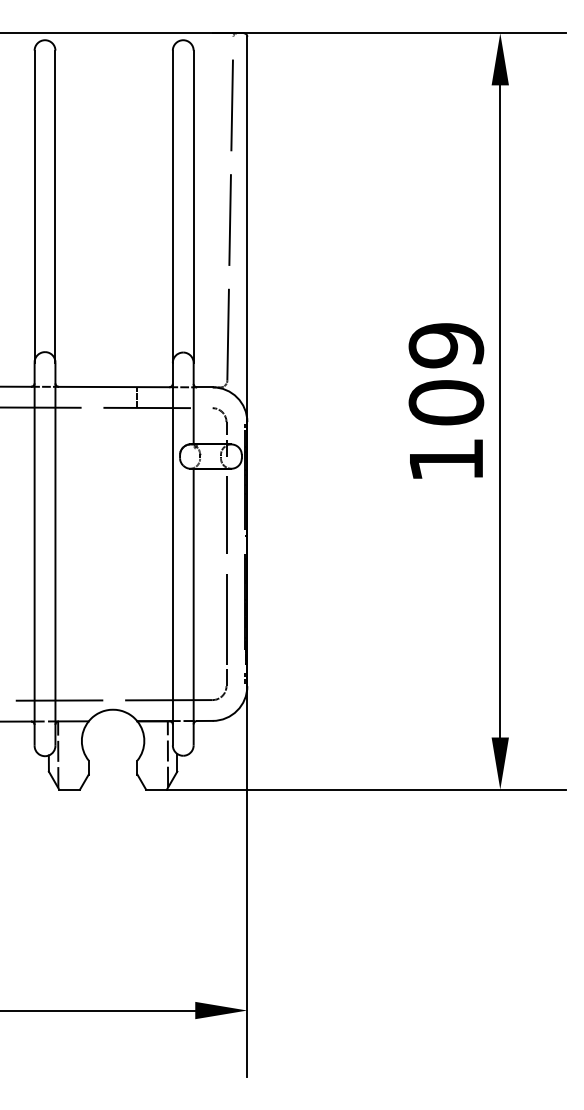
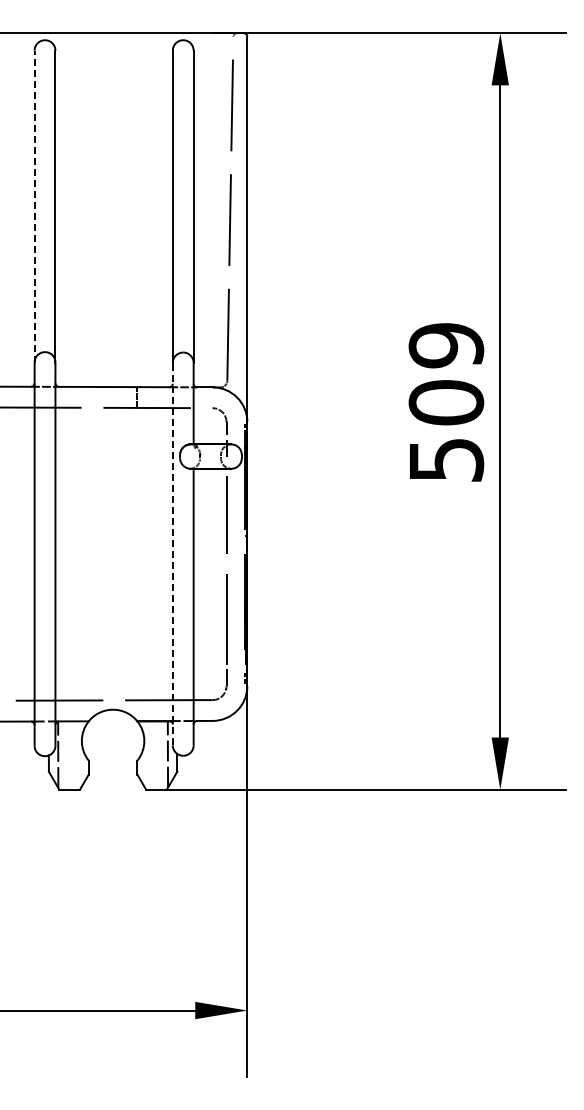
line at (34, 206): solid -> dashed
text at (447, 460): 109 -> 509
line at (172, 553): solid -> dashed
